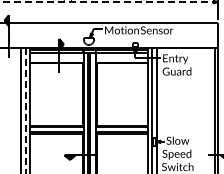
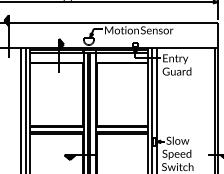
line at (109, 2): dashed -> solid
line at (25, 111): dashed -> solid
